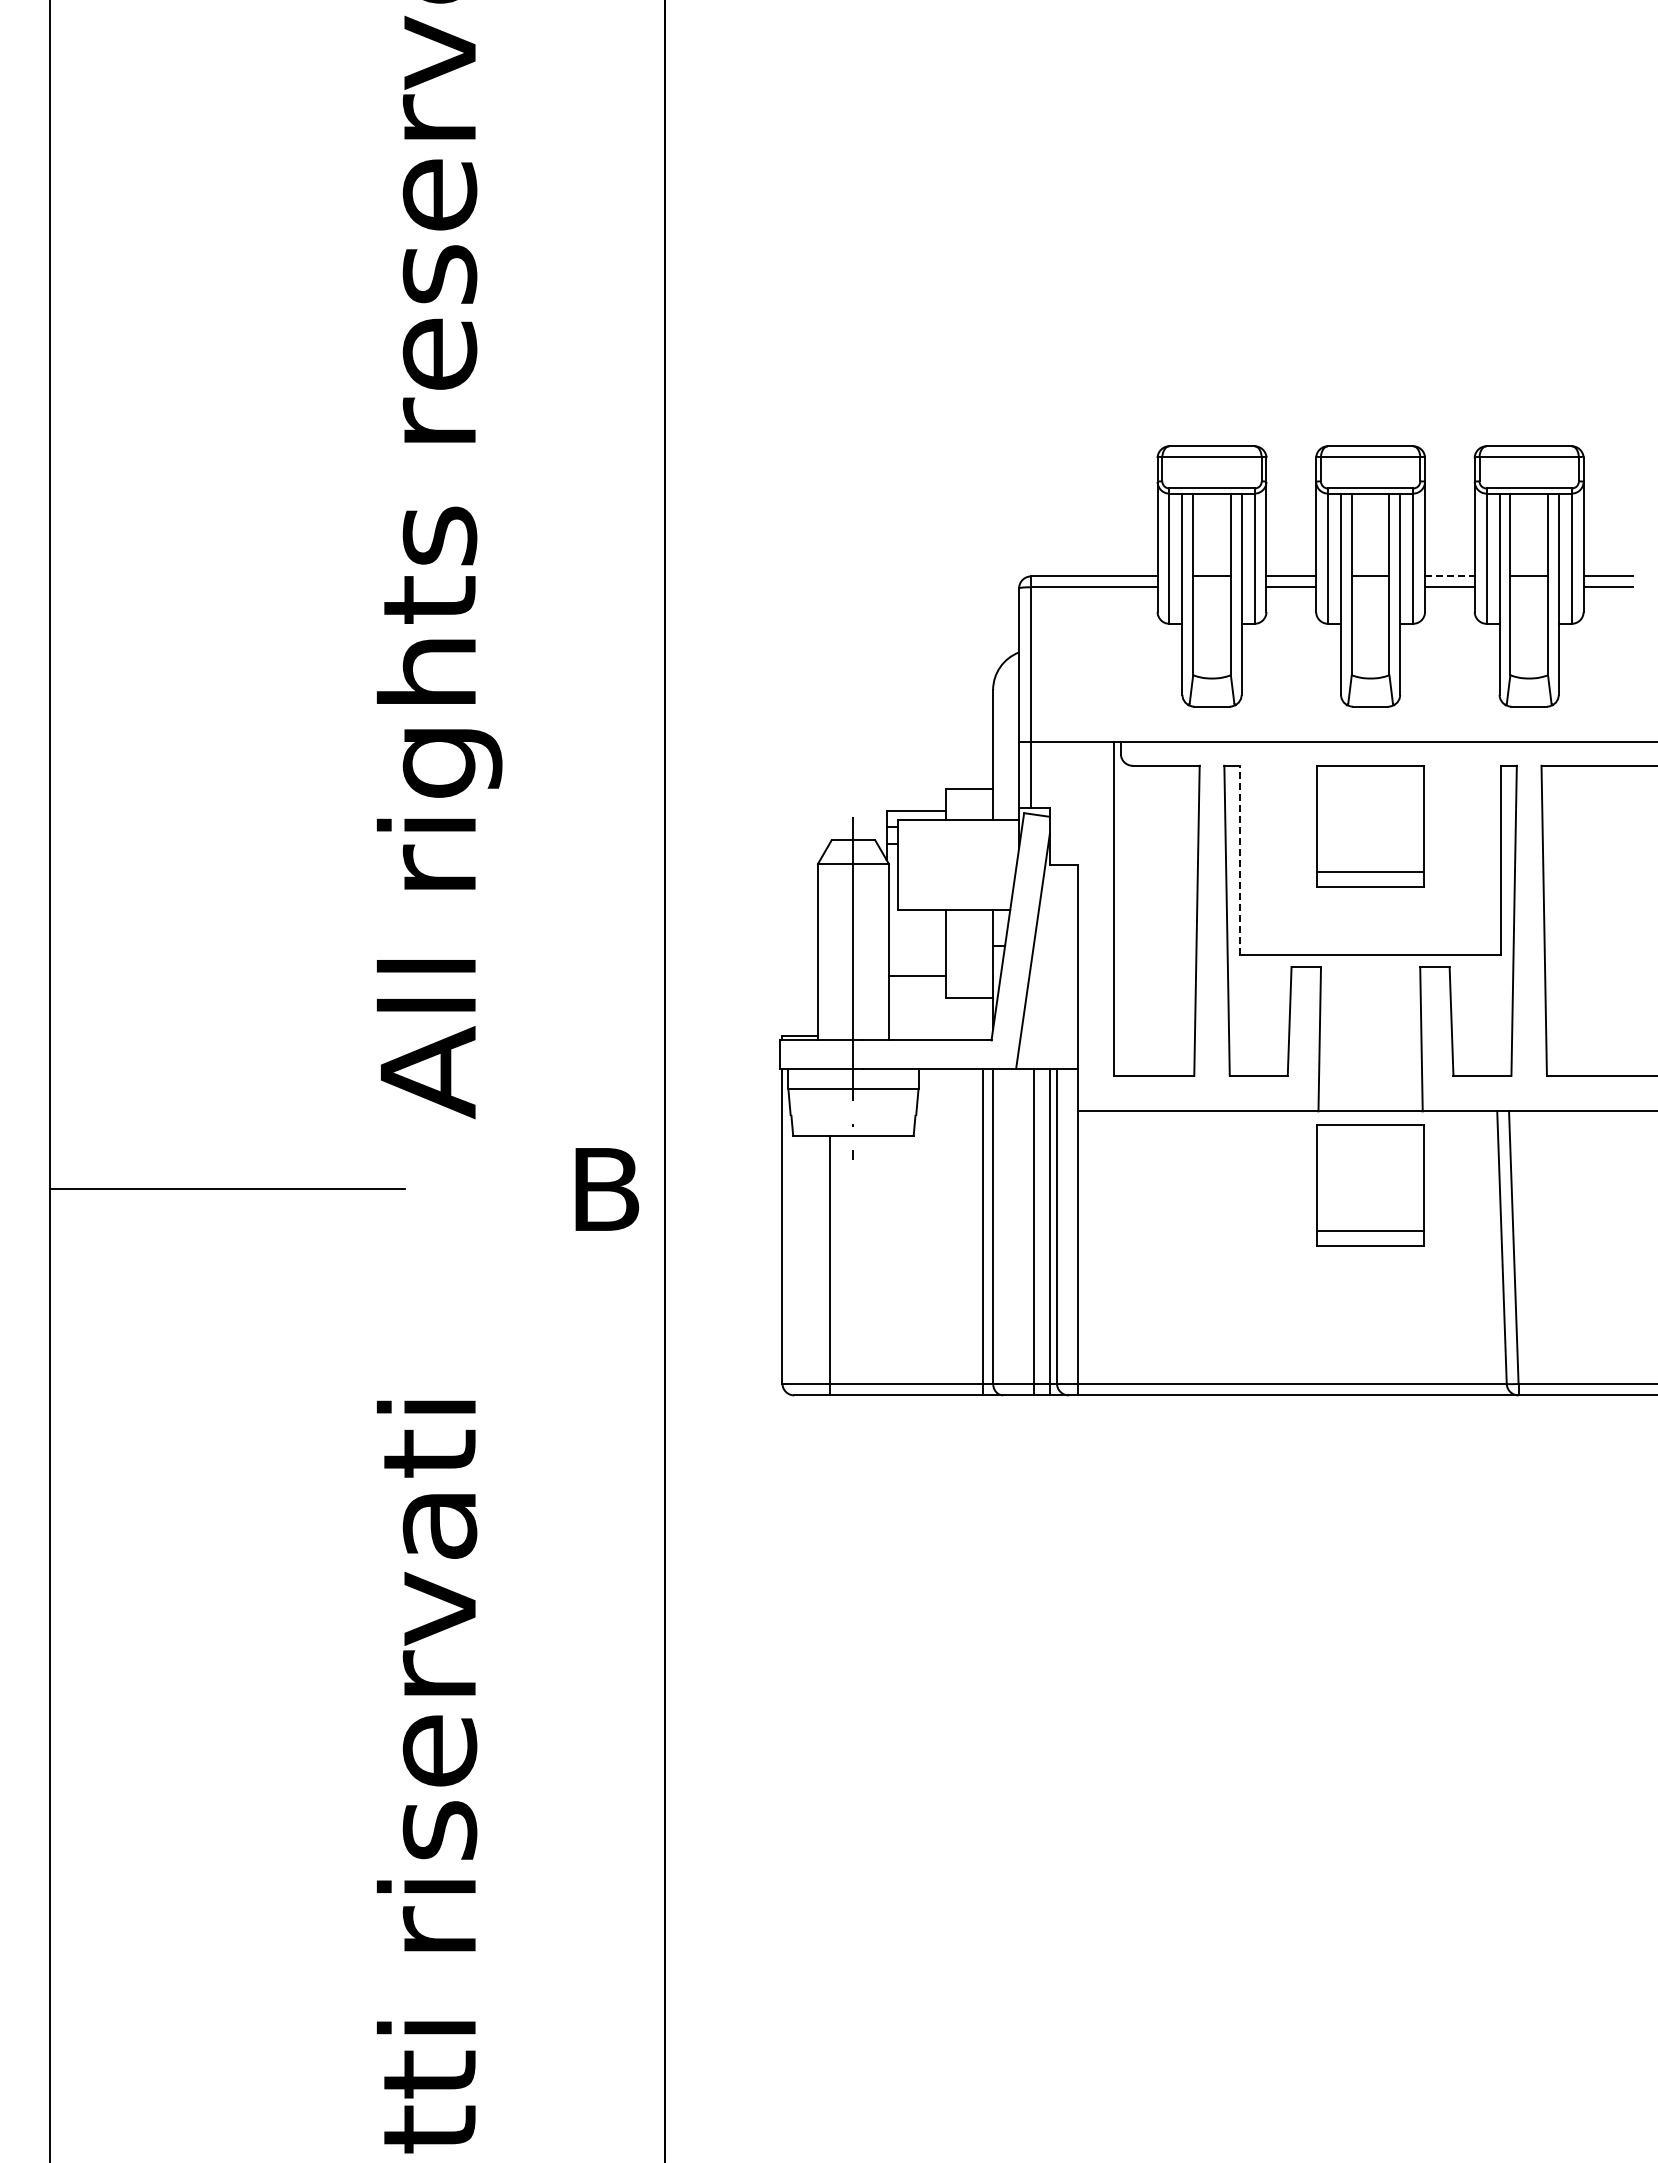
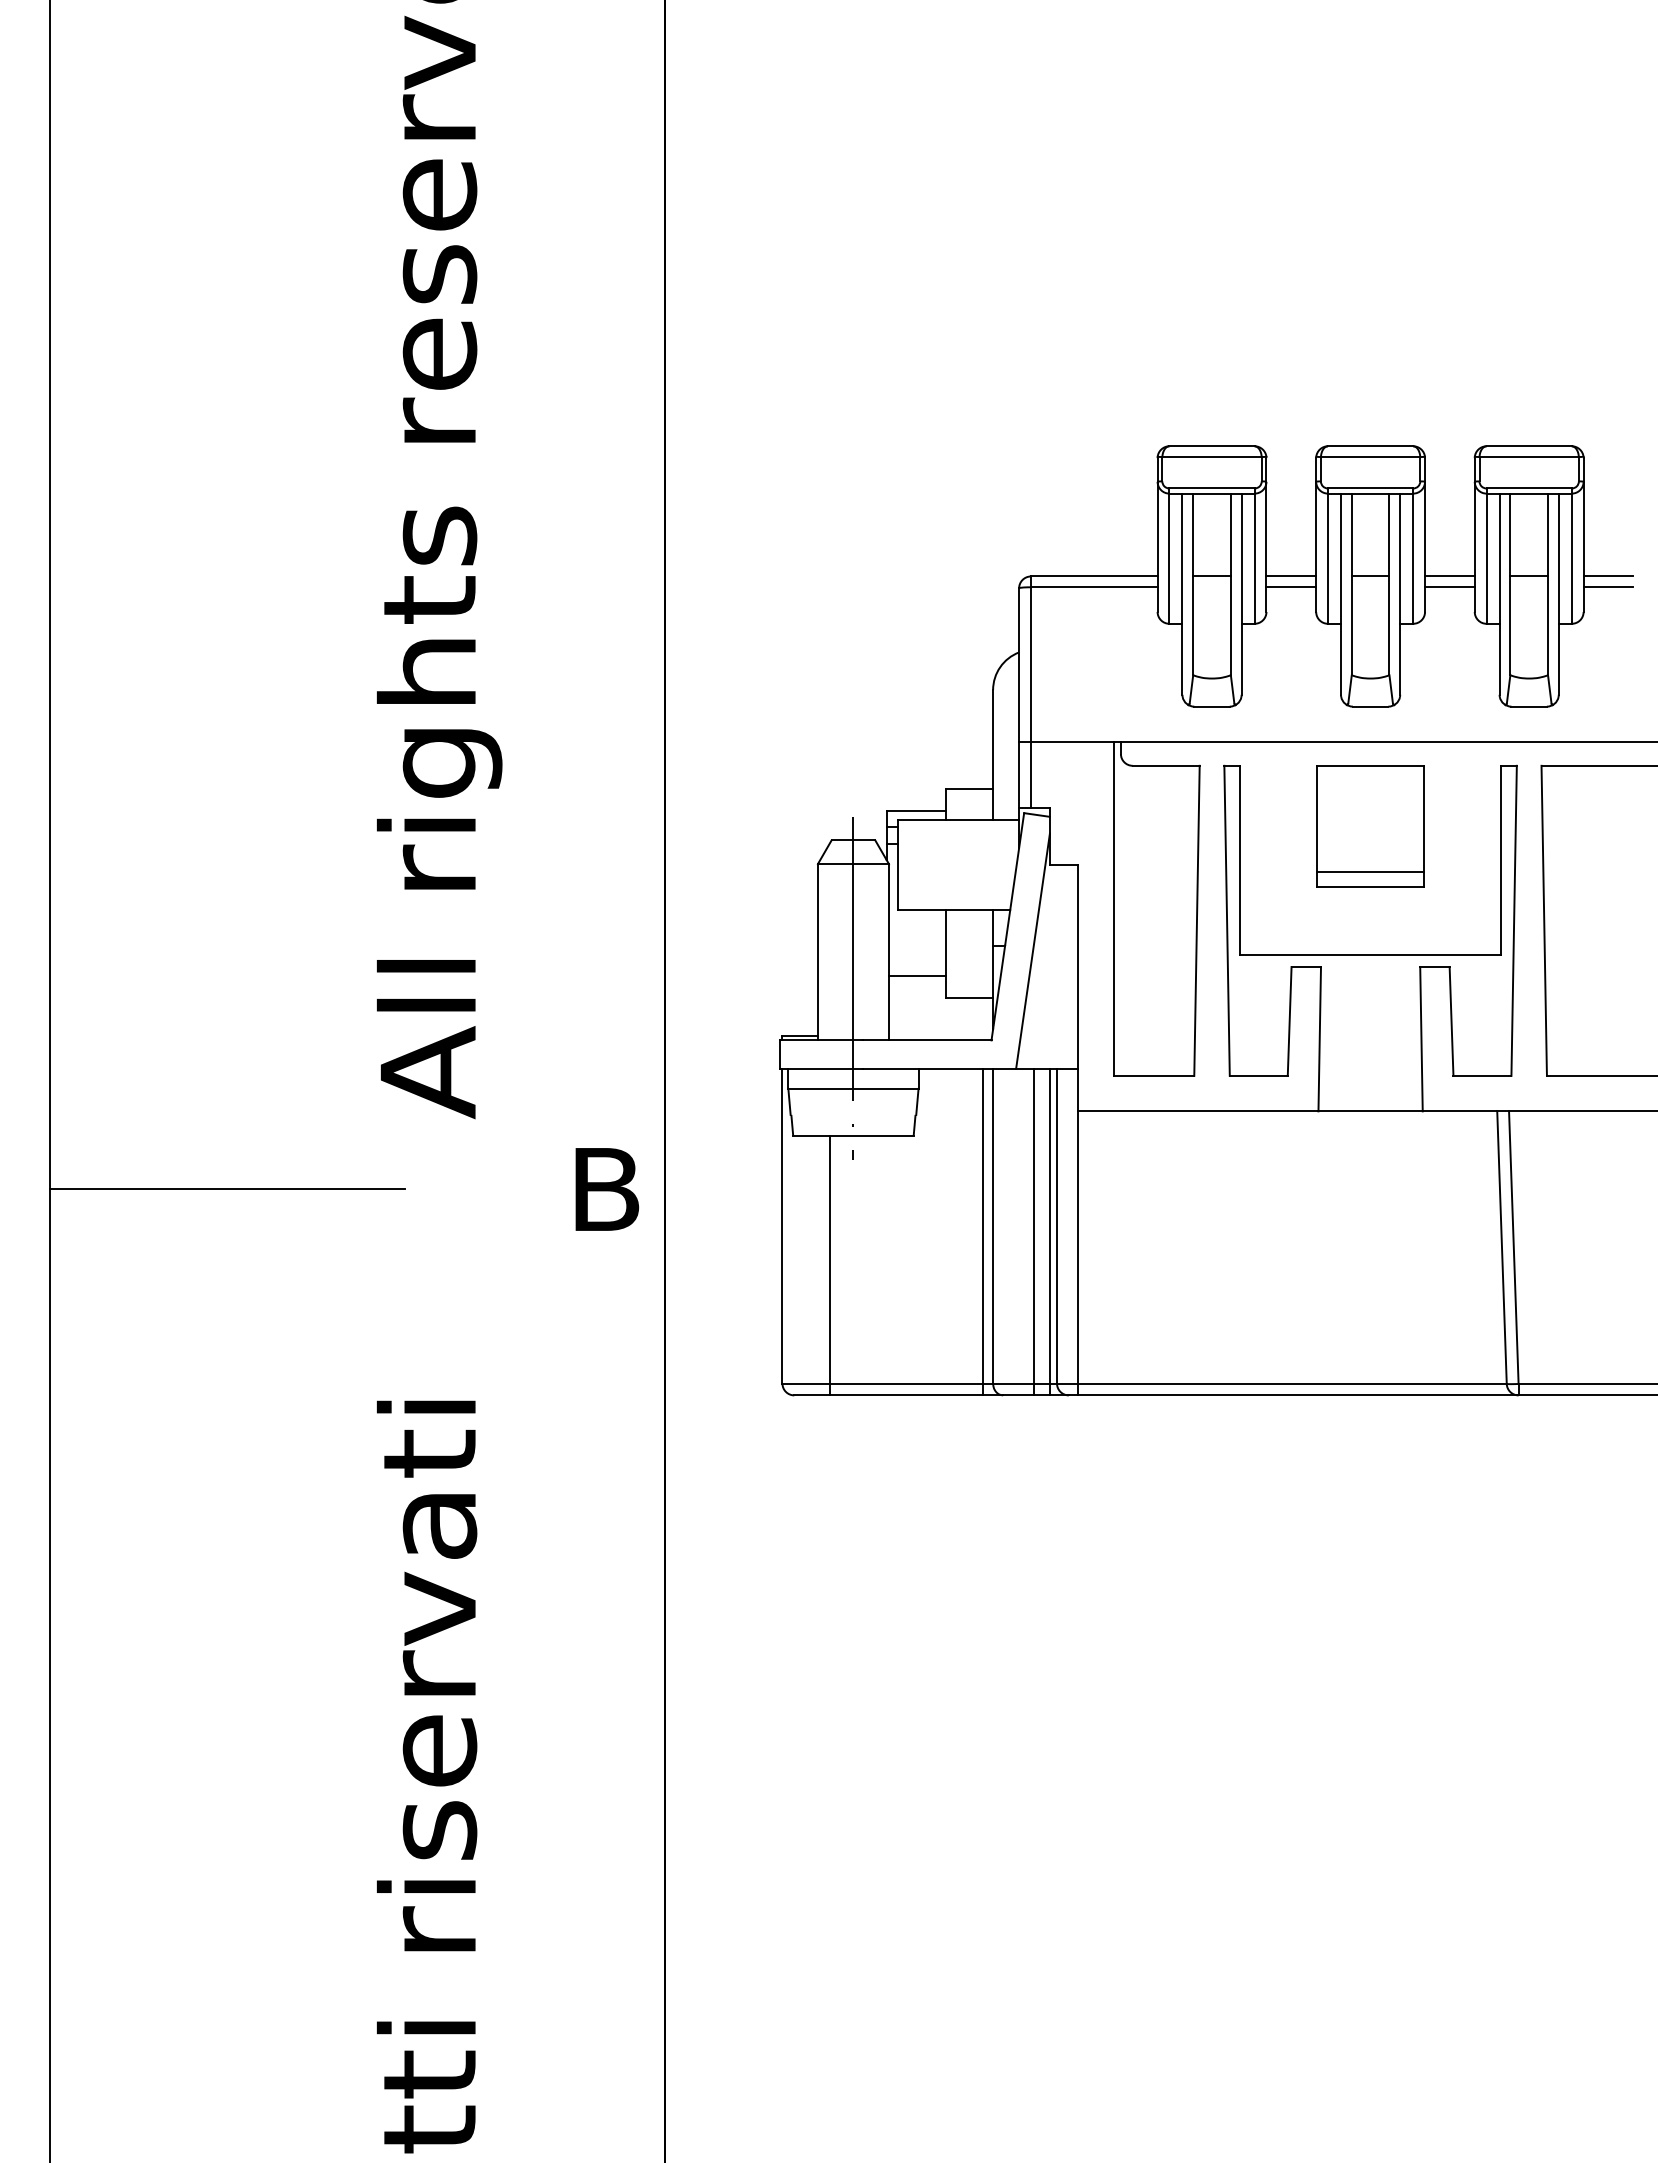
line at (1449, 576): dashed -> solid
line at (1240, 860): dashed -> solid
part at (1370, 1185): present -> none
